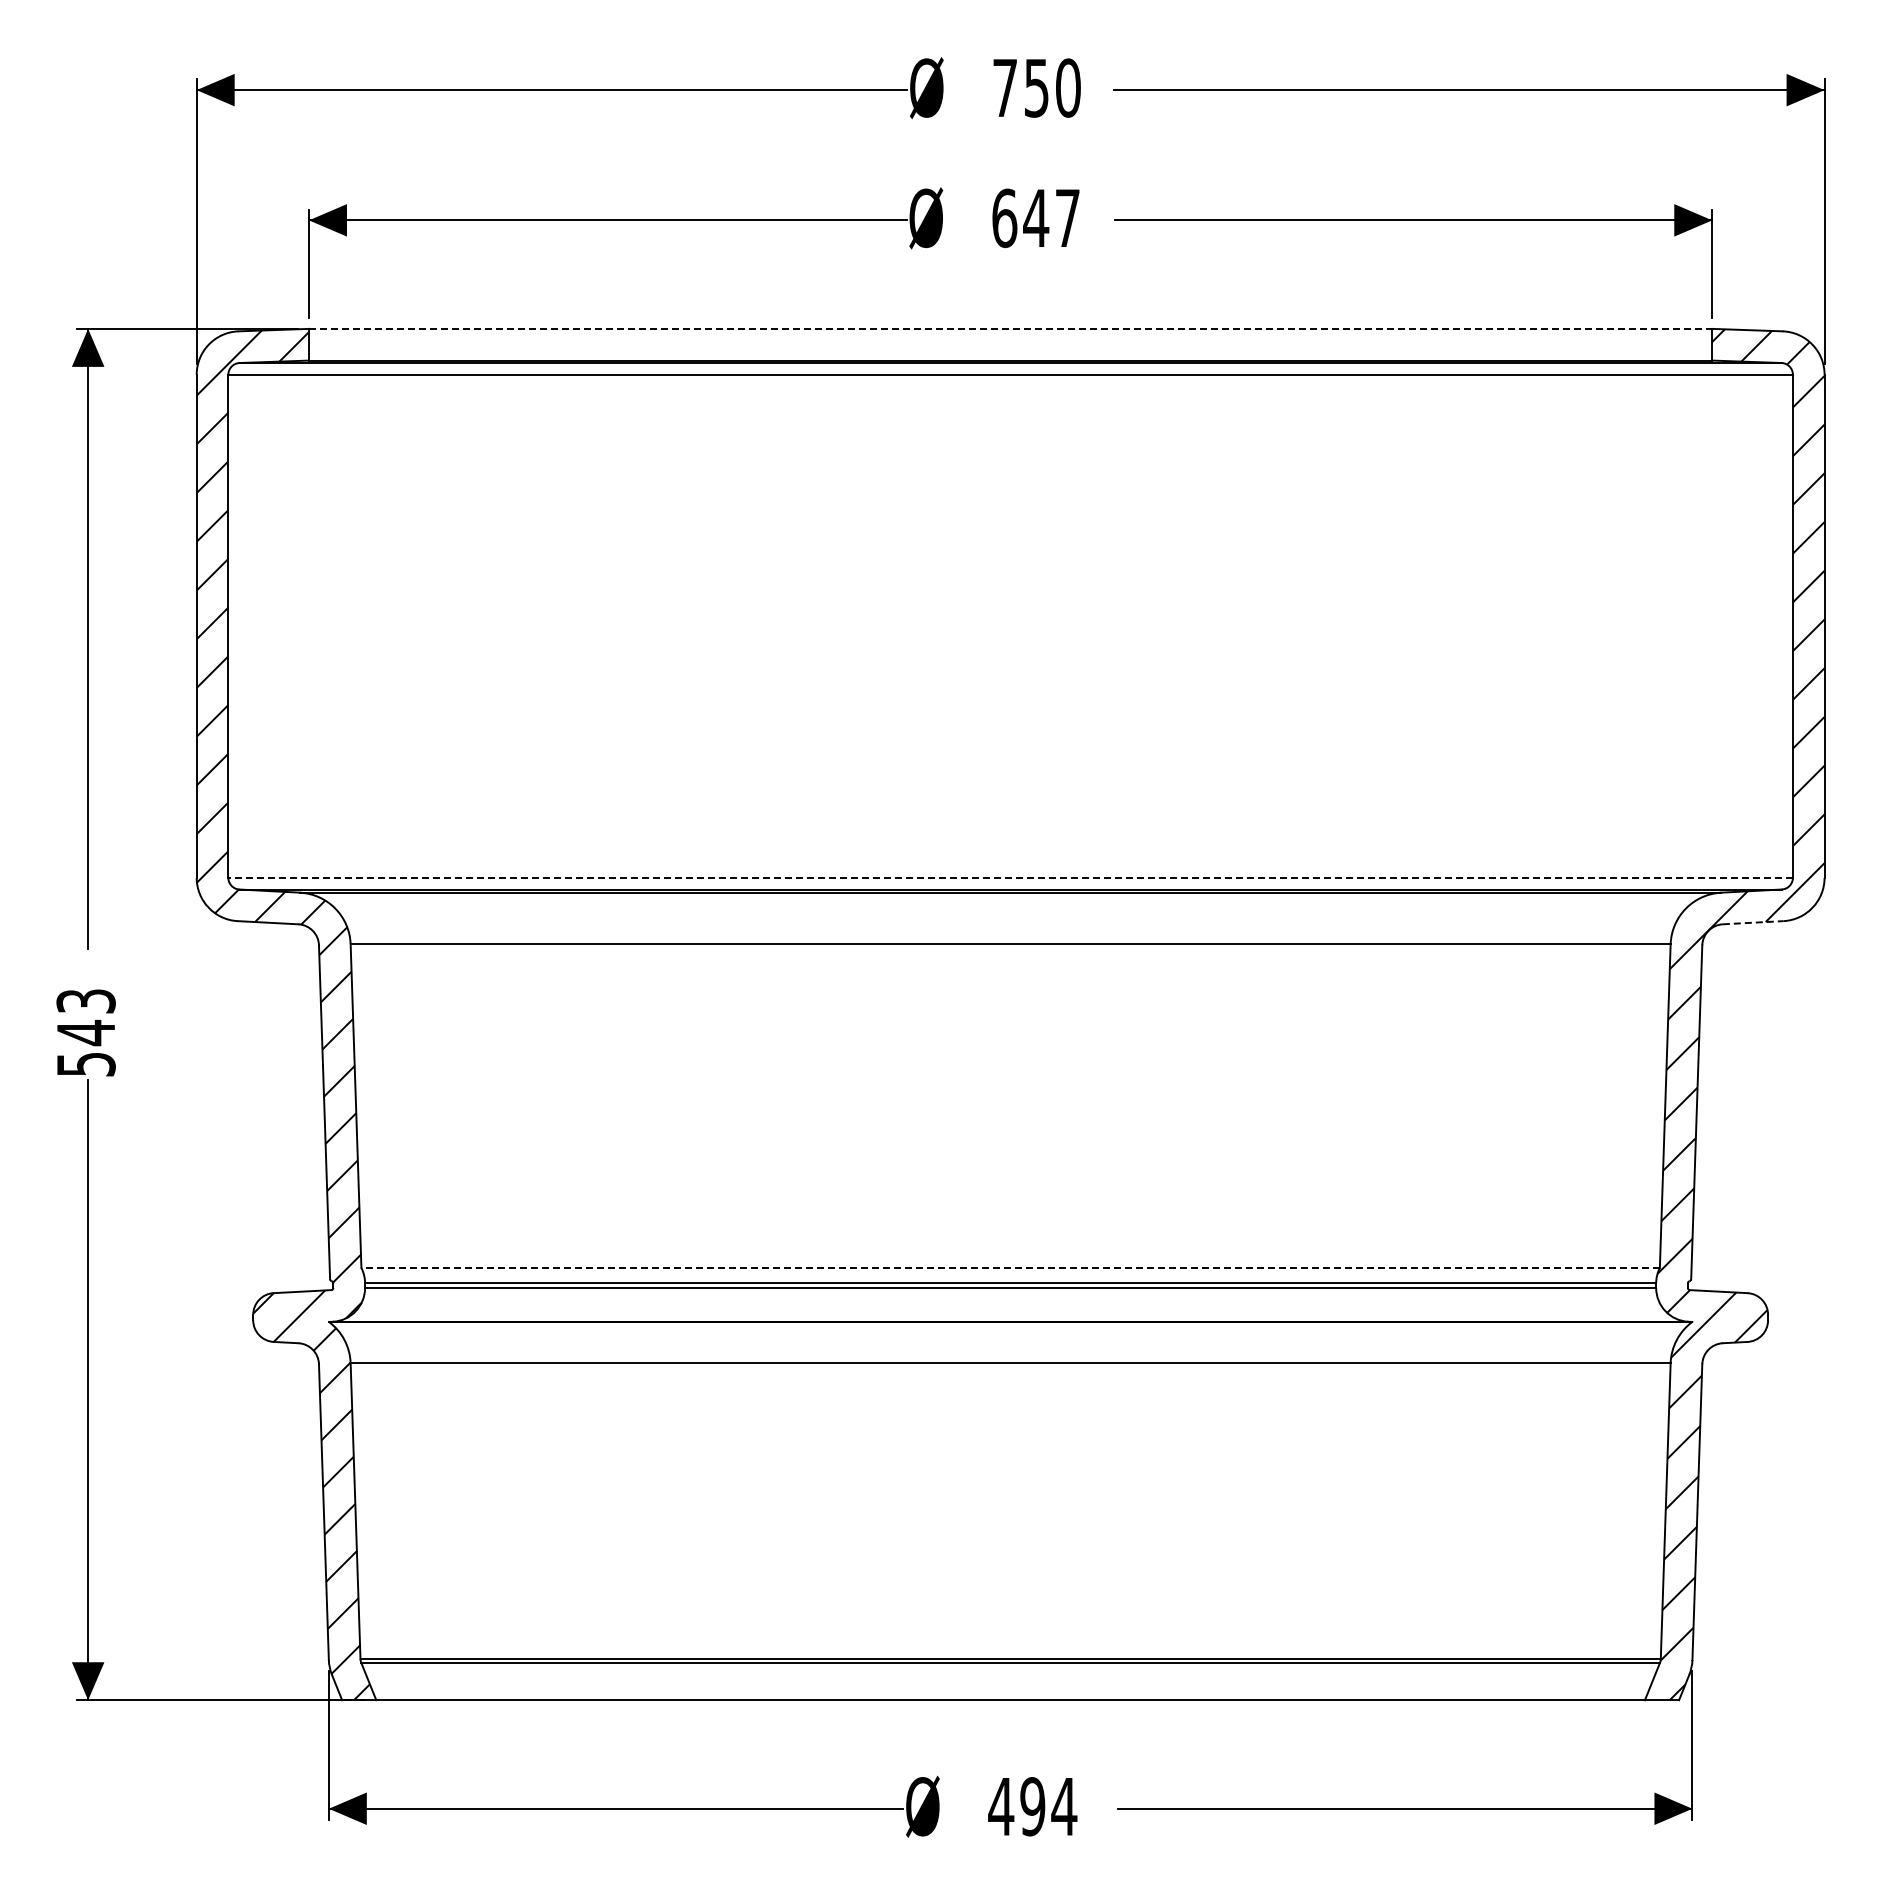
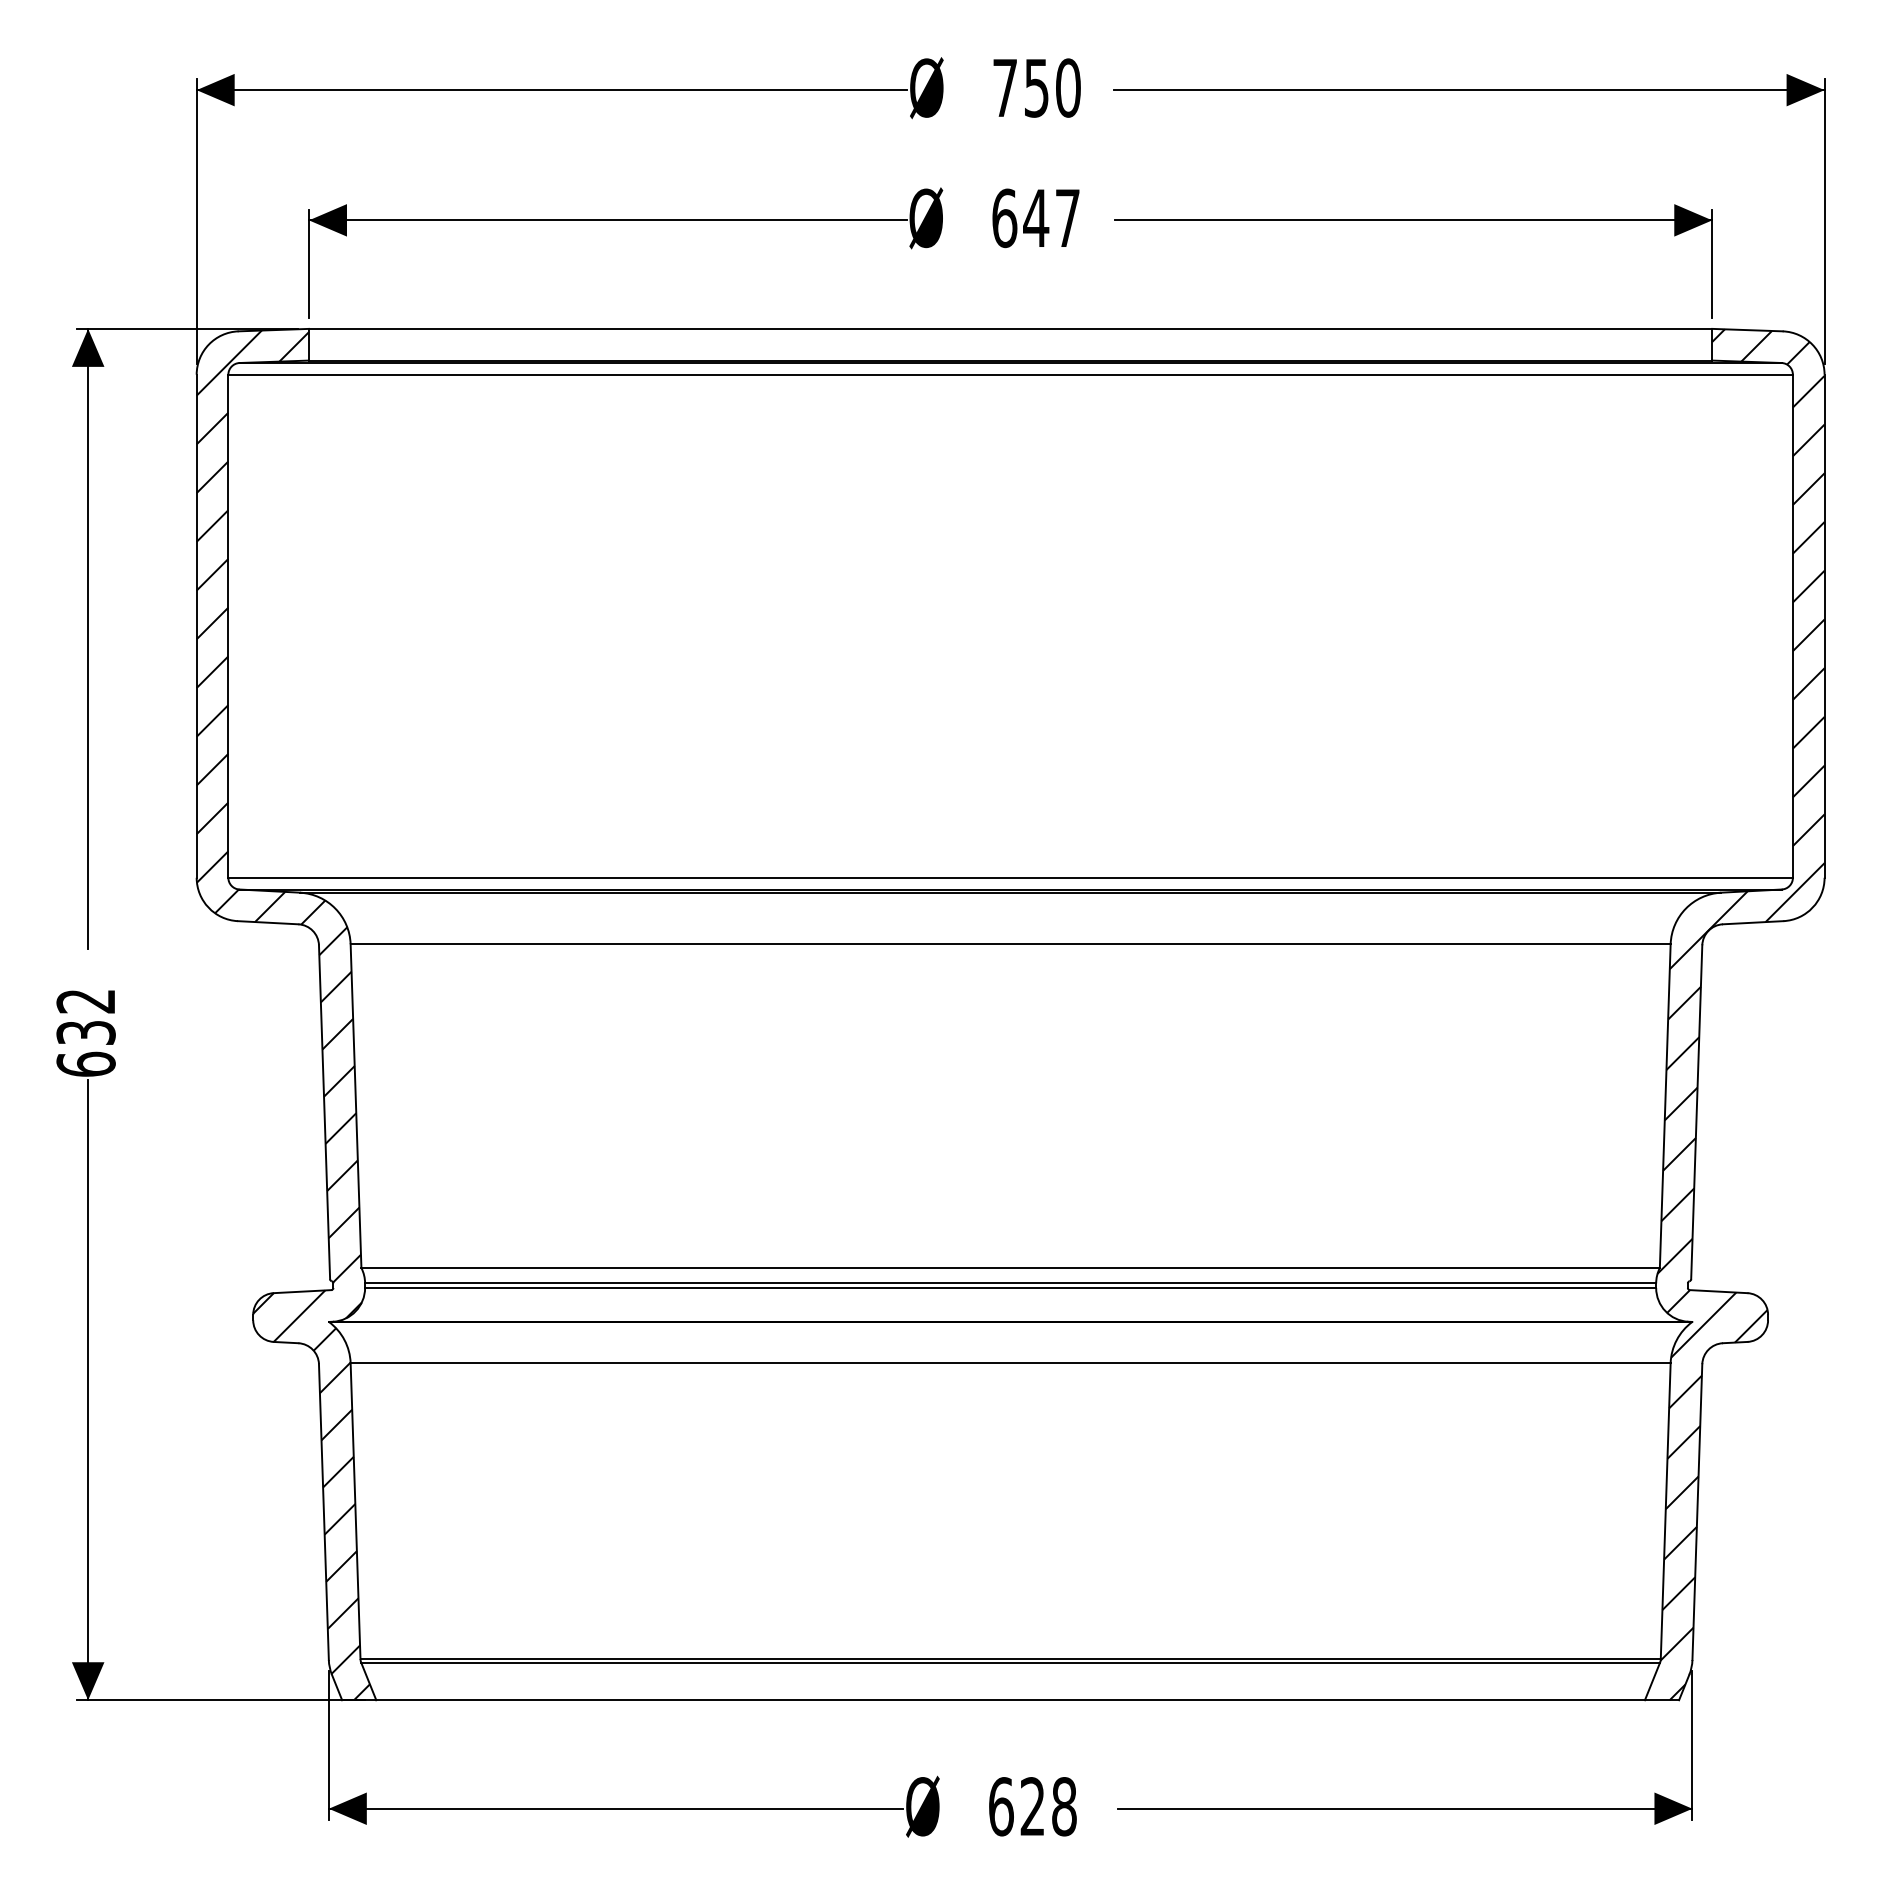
line at (1010, 328): dashed -> solid
line at (1010, 877): dashed -> solid
line at (1753, 922): dashed -> solid
text at (85, 1032): 543 -> 632
line at (1010, 1268): dashed -> solid
text at (1032, 1806): 494 -> 628
